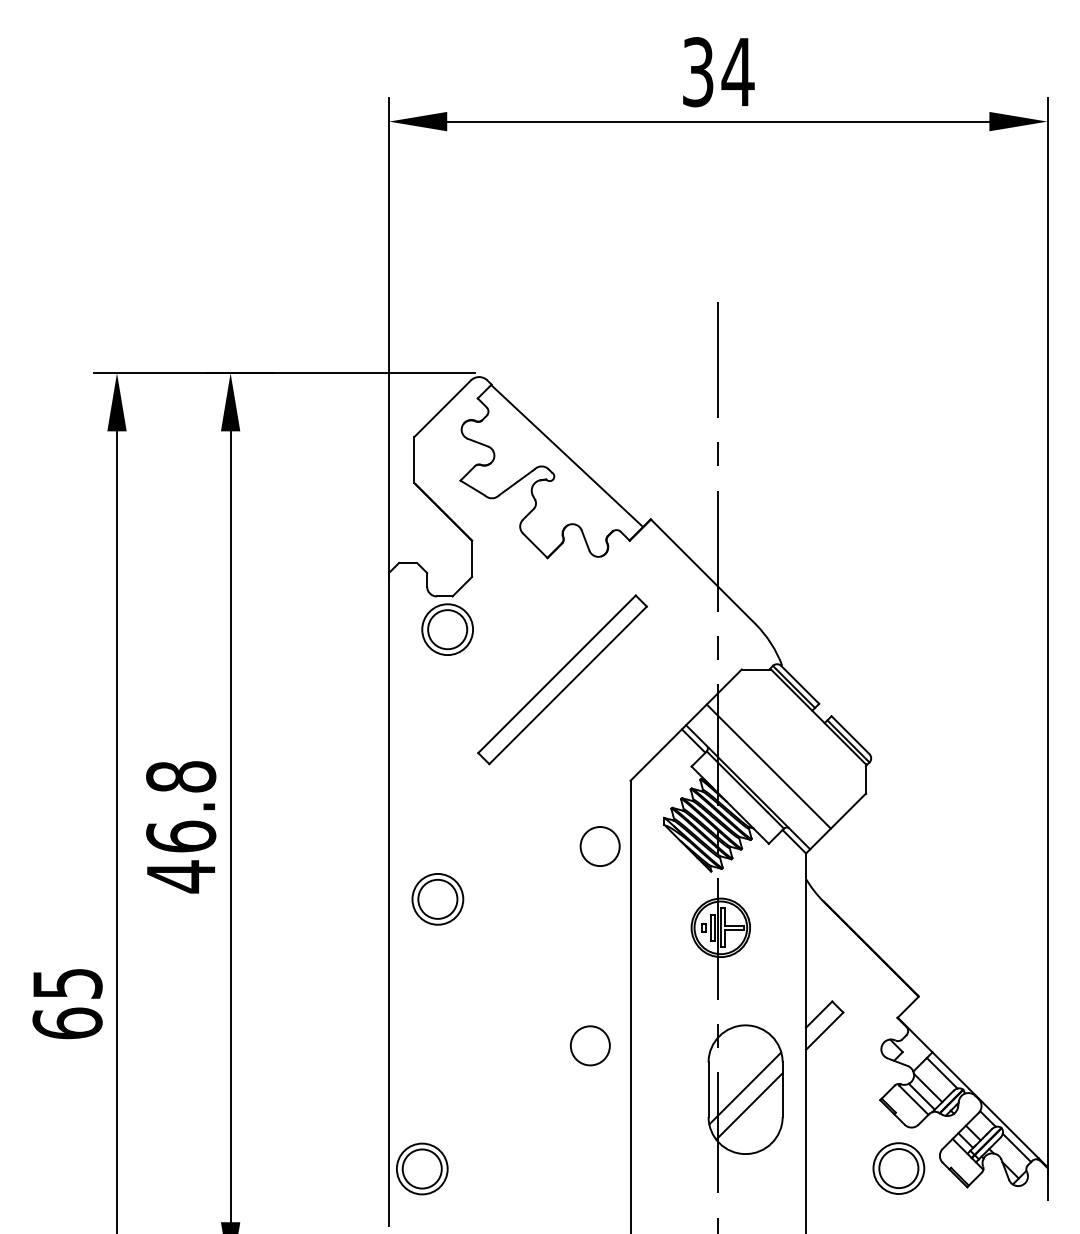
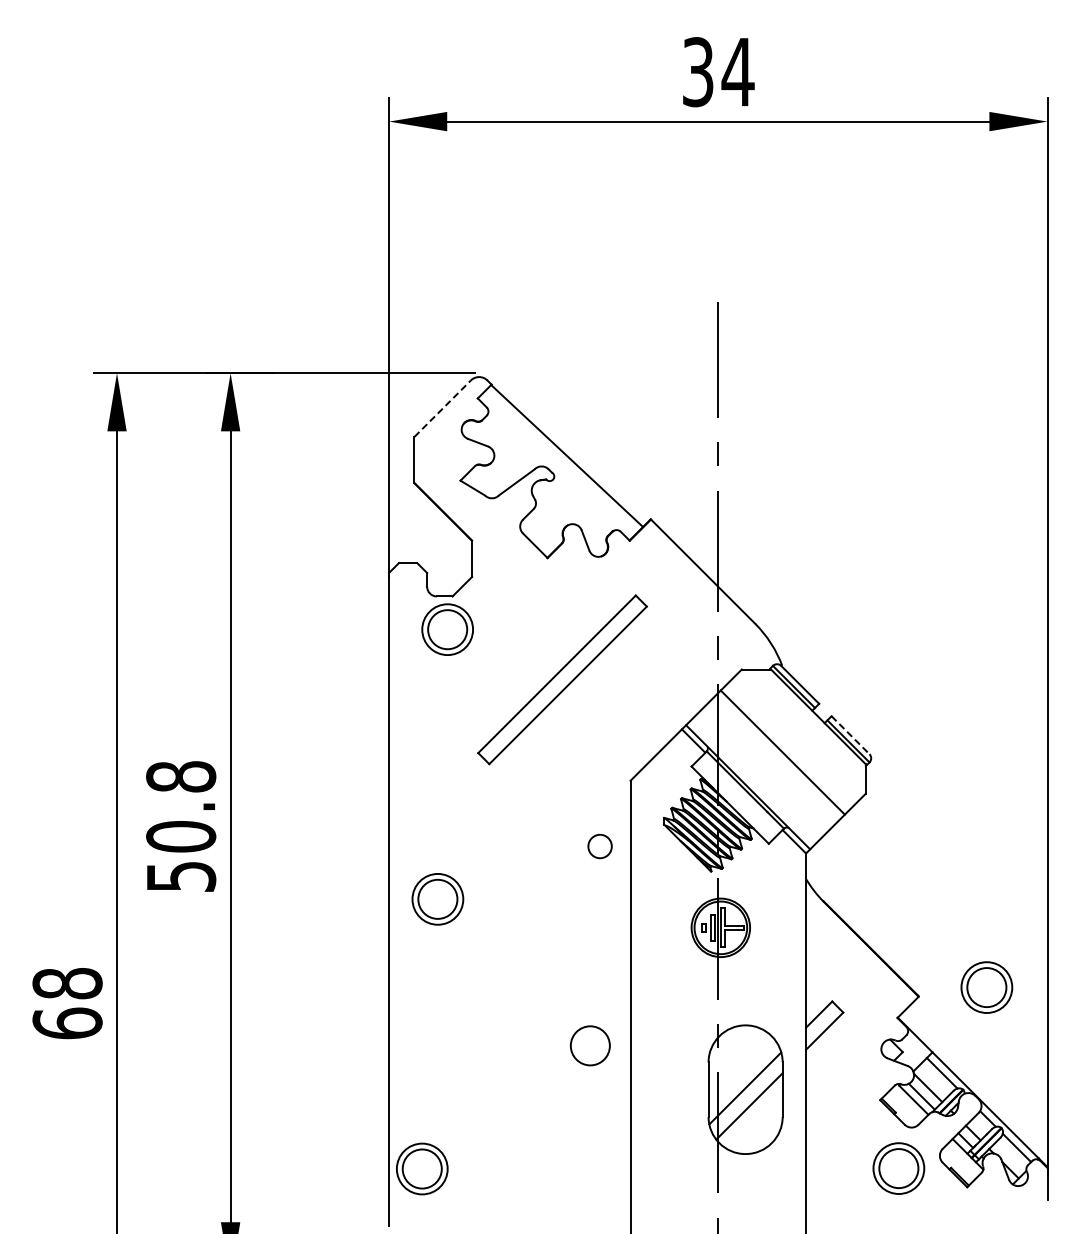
line at (442, 408): solid -> dashed
line at (850, 735): solid -> dashed
line at (768, 766) position: (768, 766) -> (782, 752)
circle at (599, 846) size: 42x41 px -> 26x27 px
text at (181, 856): 46.8 -> 50.8
text at (67, 983): 65 -> 68
part at (986, 987): none -> present
